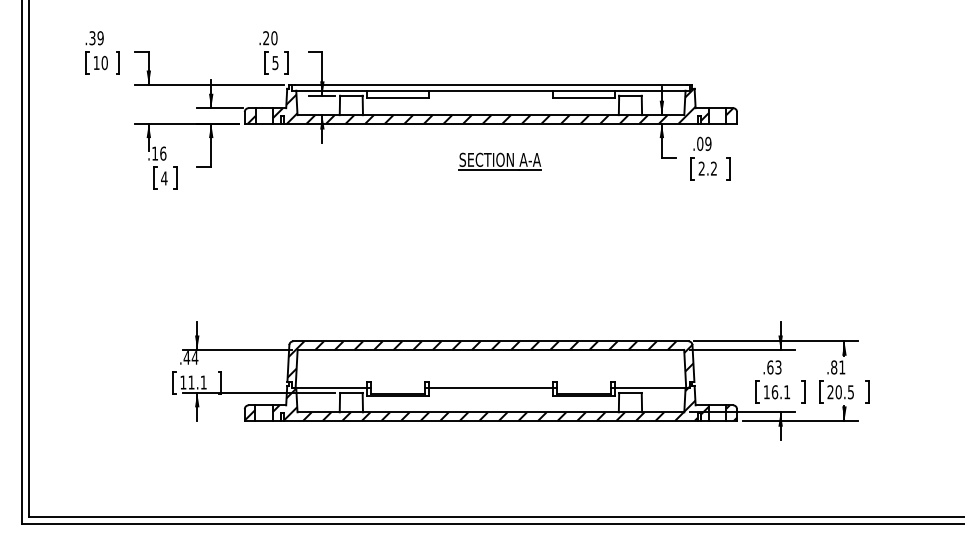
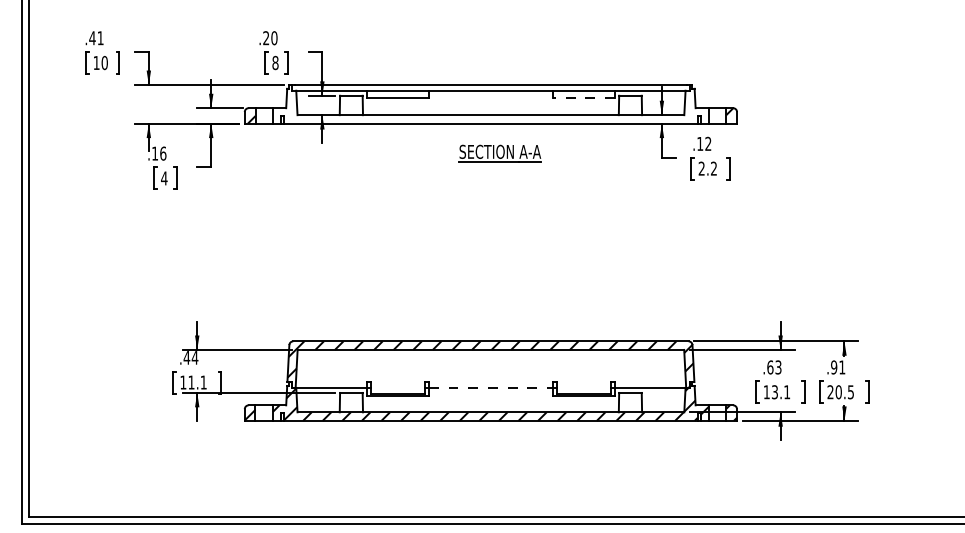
text at (96, 38): .39 -> .41
text at (275, 62): 5 -> 8
line at (583, 98): solid -> dashed
hatch at (490, 105): present -> none
text at (704, 143): .09 -> .12
part at (499, 161) position: (499, 161) -> (499, 153)
text at (834, 367): .81 -> .91
line at (491, 387): solid -> dashed
text at (774, 392): 16.1 -> 13.1
